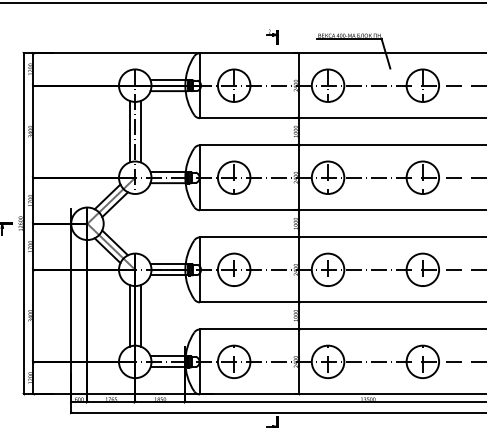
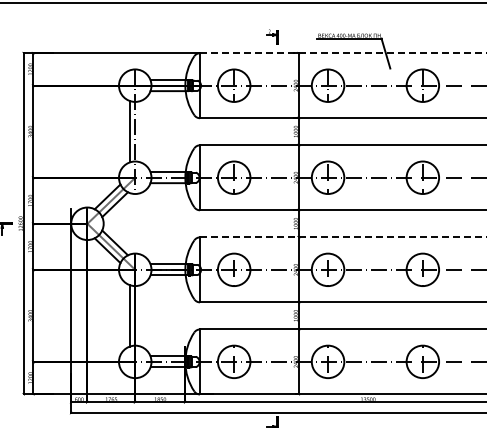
line at (343, 53): solid -> dashed
line at (140, 131): present -> none
line at (343, 237): solid -> dashed
line at (140, 315): present -> none
